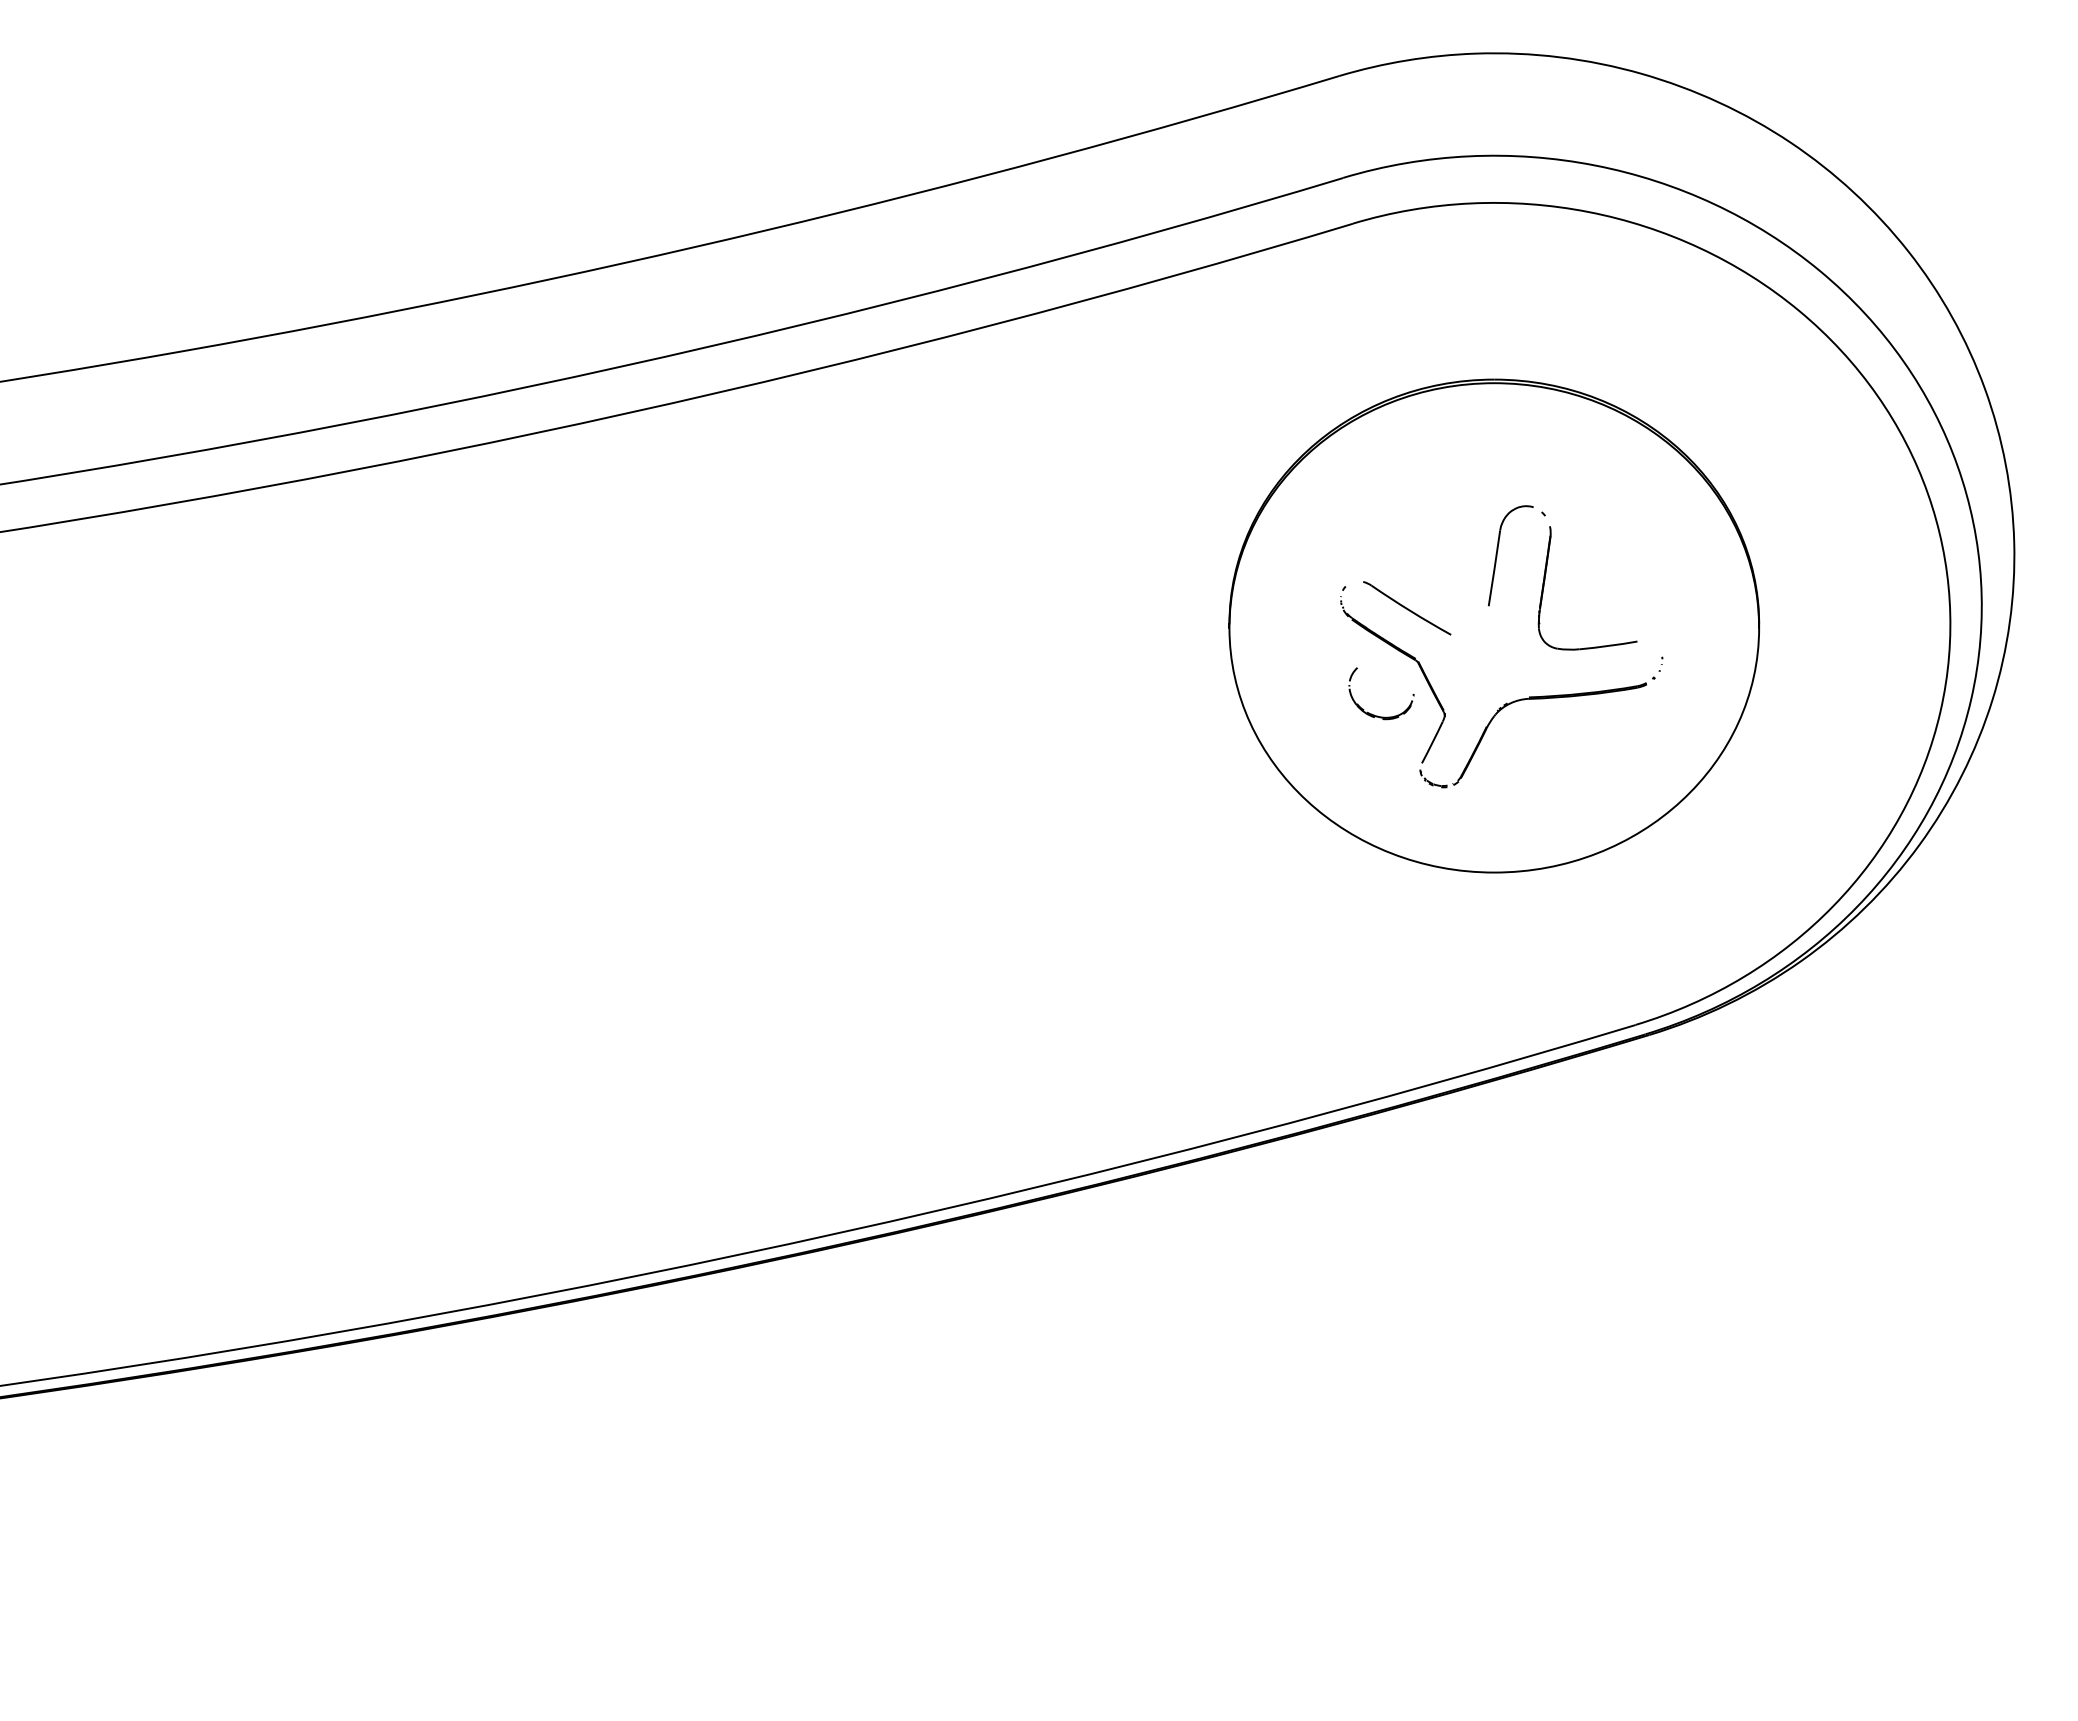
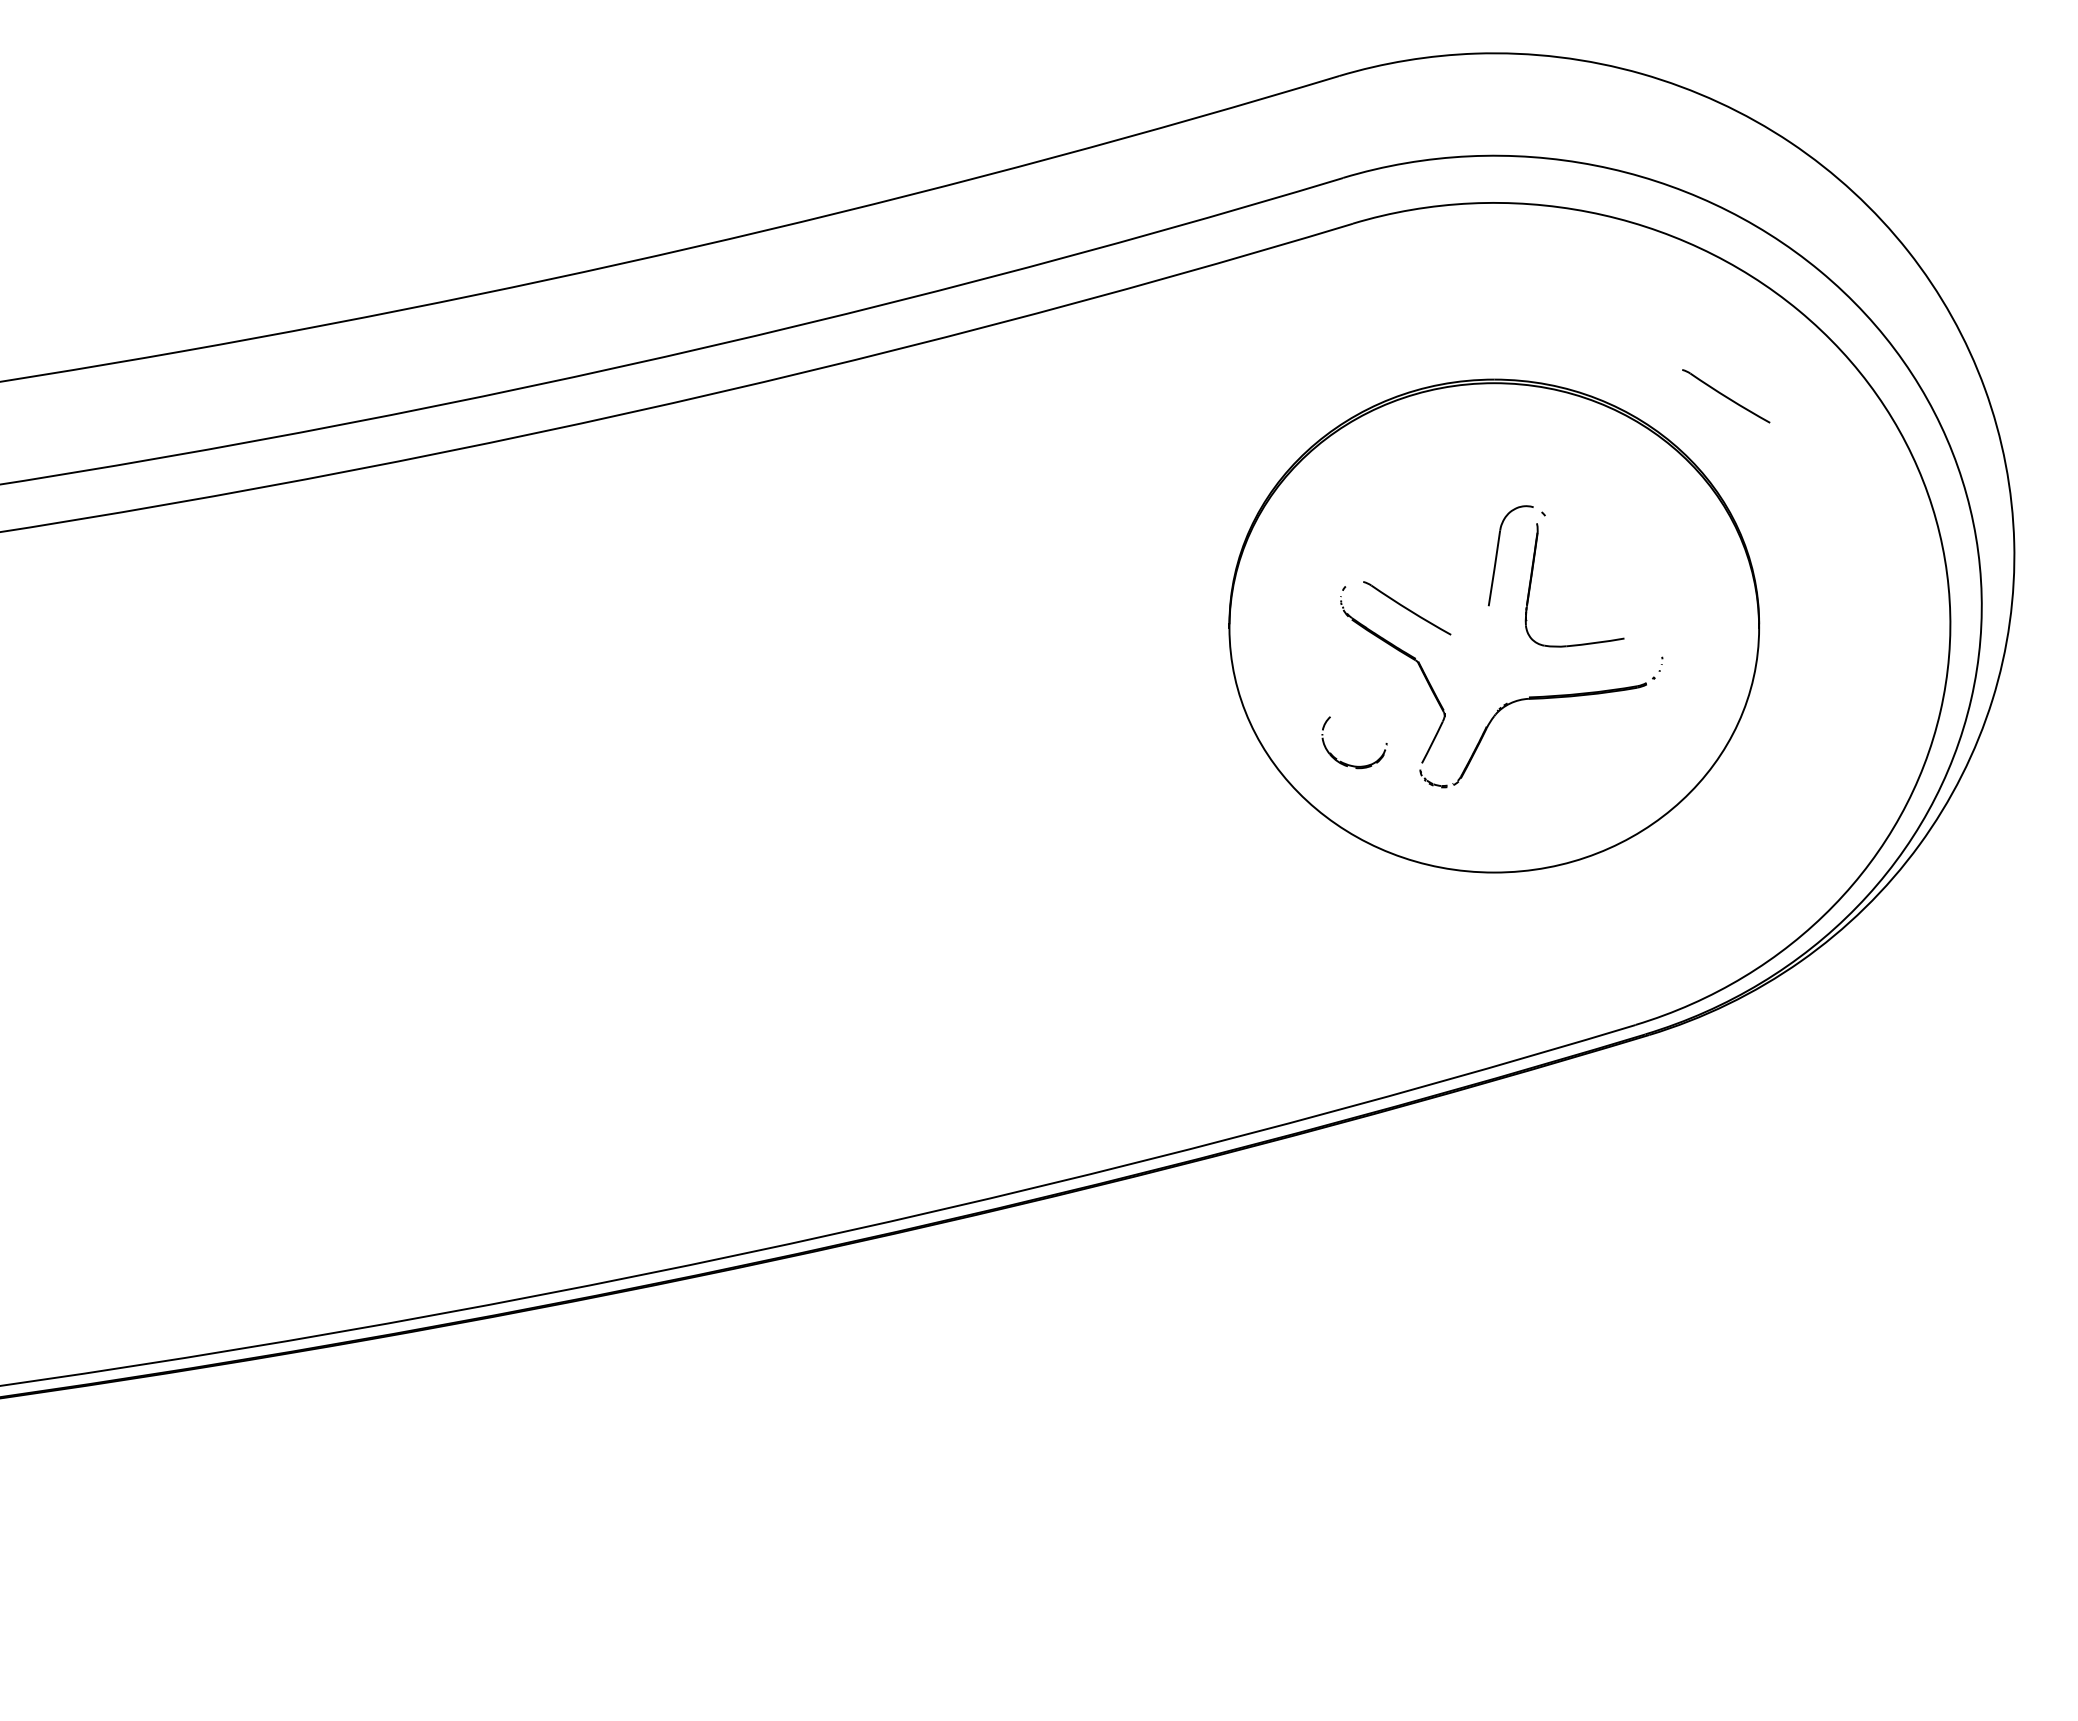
part at (1726, 396): none -> present
part at (1545, 580) position: (1545, 580) -> (1532, 577)
part at (1374, 714) position: (1374, 714) -> (1347, 763)
